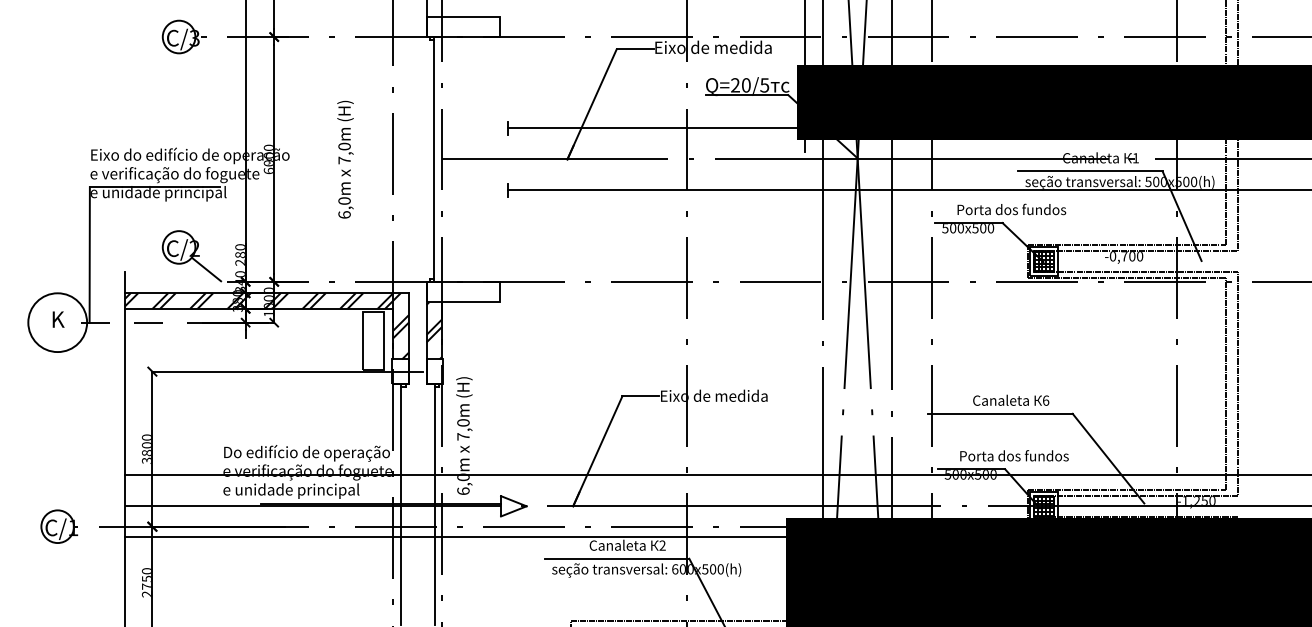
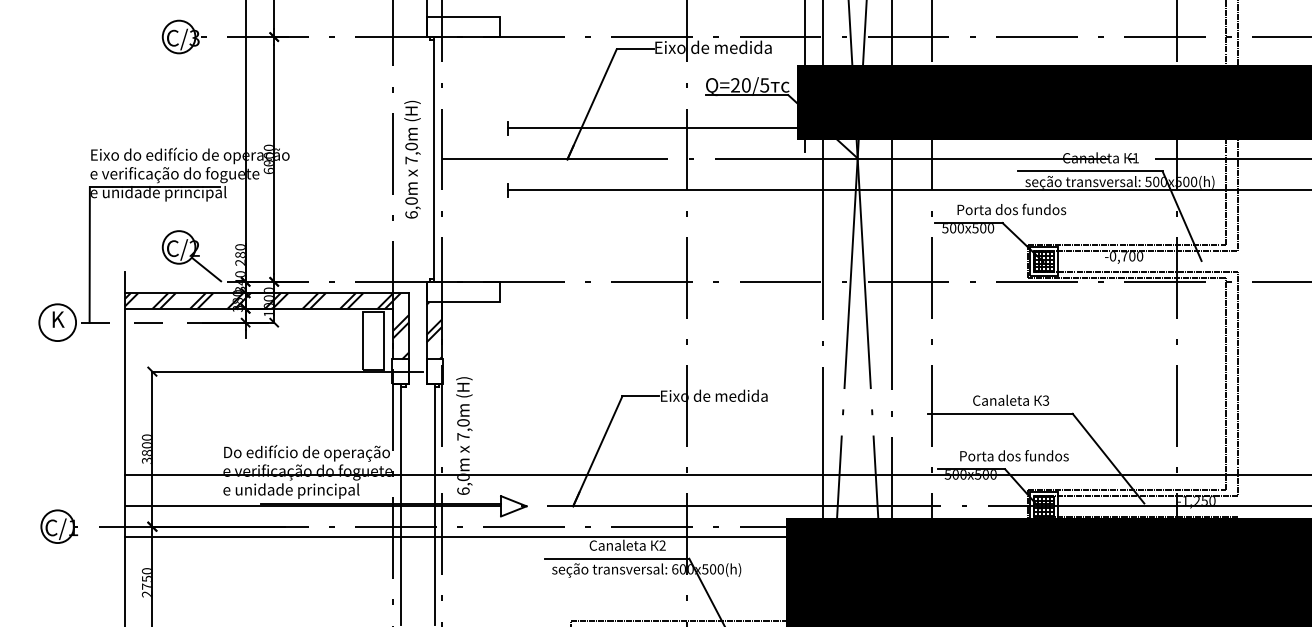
text at (345, 159) position: (345, 159) -> (412, 159)
circle at (57, 322) diameter: 59 px -> 37 px
text at (1045, 400): 6 -> 3
